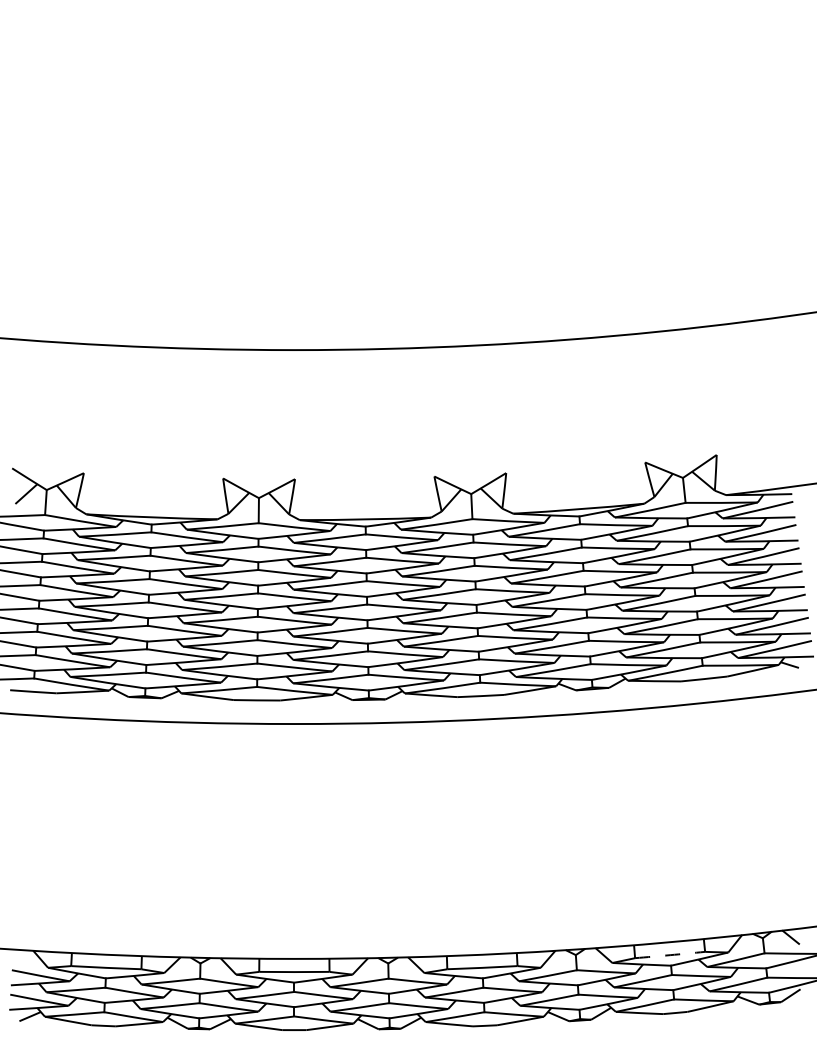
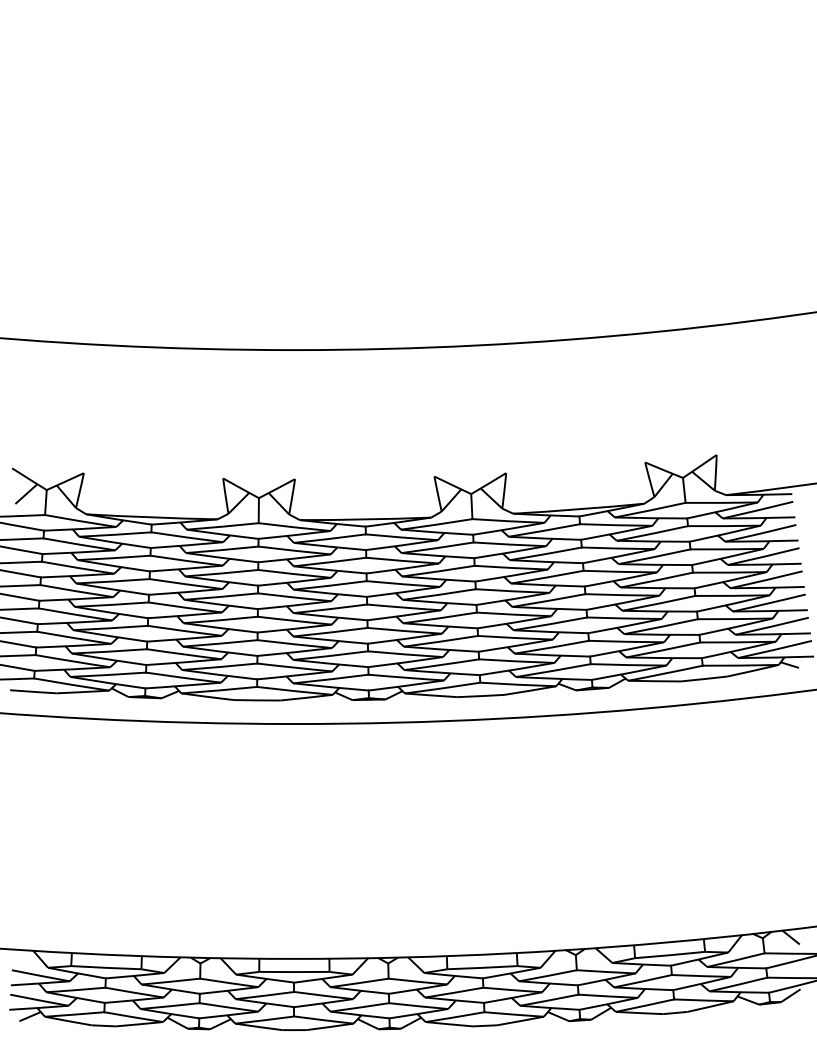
arc at (670, 955): dashed -> solid
